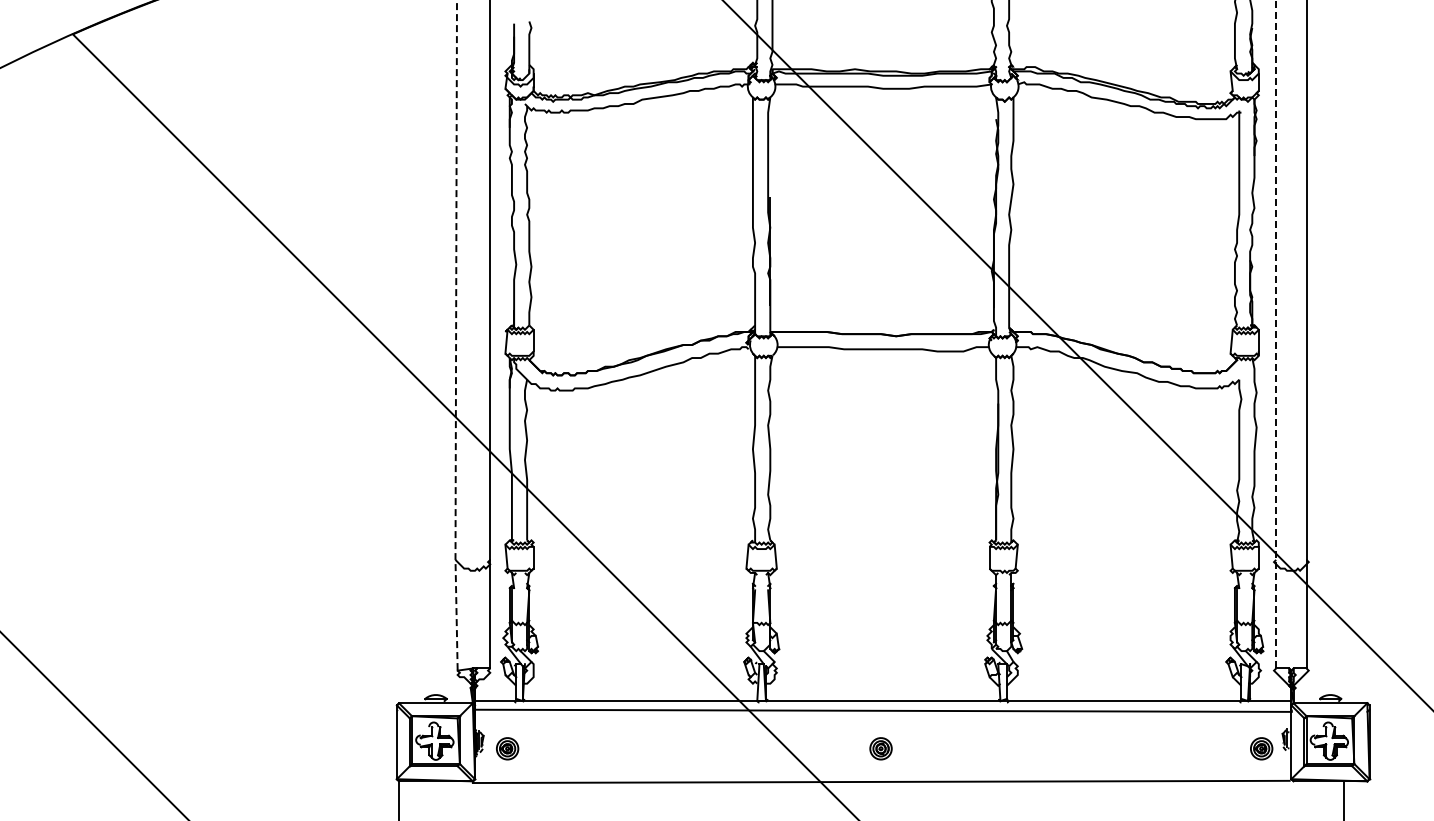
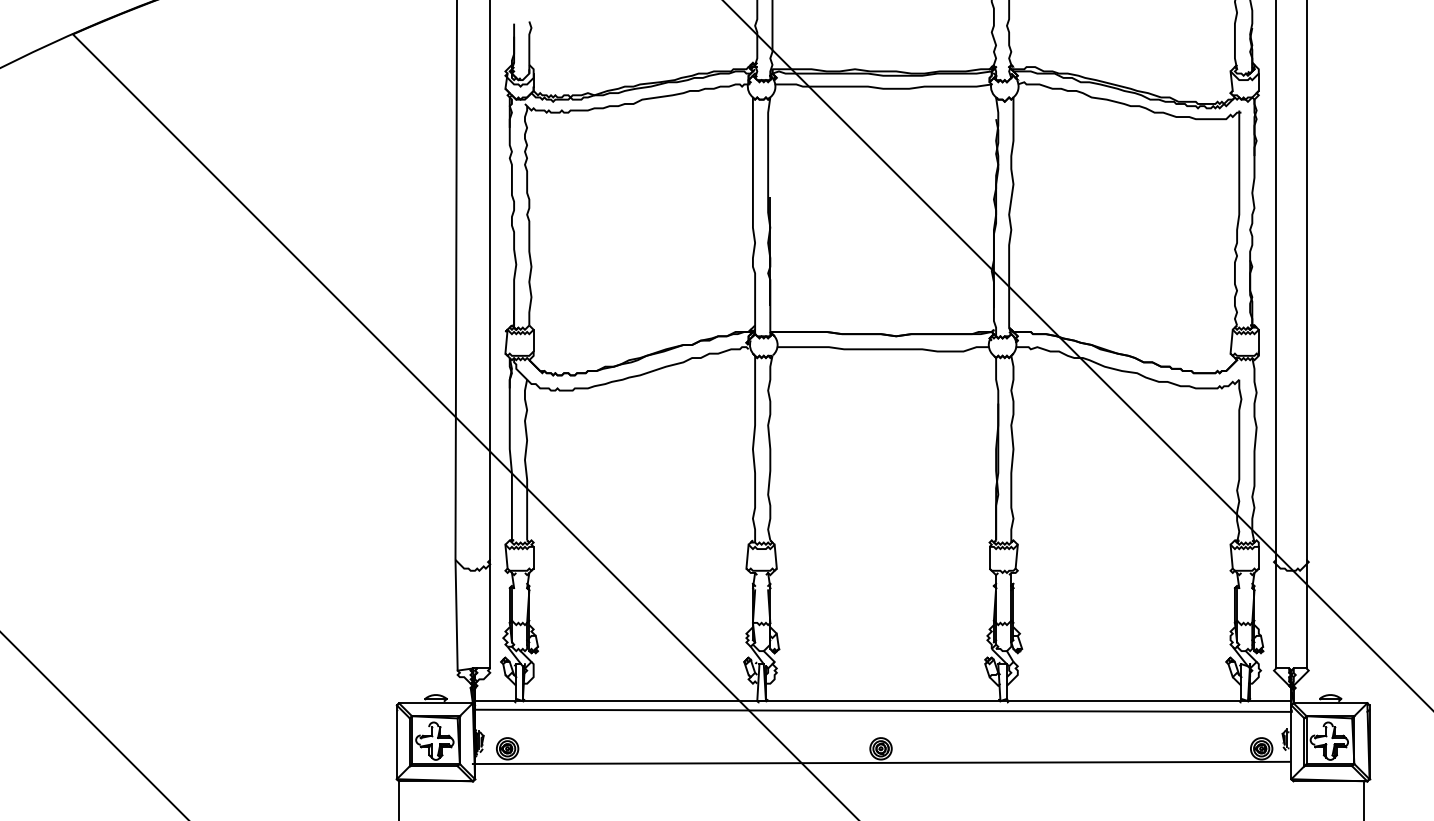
line at (456, 335): dashed -> solid
line at (1276, 335): dashed -> solid
line at (880, 781) position: (880, 781) -> (880, 762)
line at (1344, 798) position: (1344, 798) -> (1364, 798)
